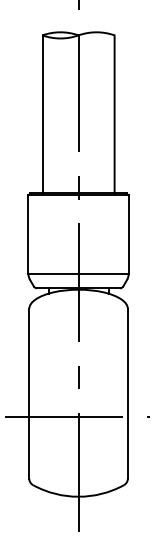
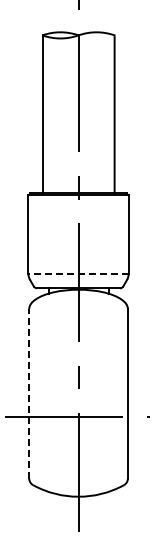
line at (78, 274): solid -> dashed
line at (29, 393): solid -> dashed
